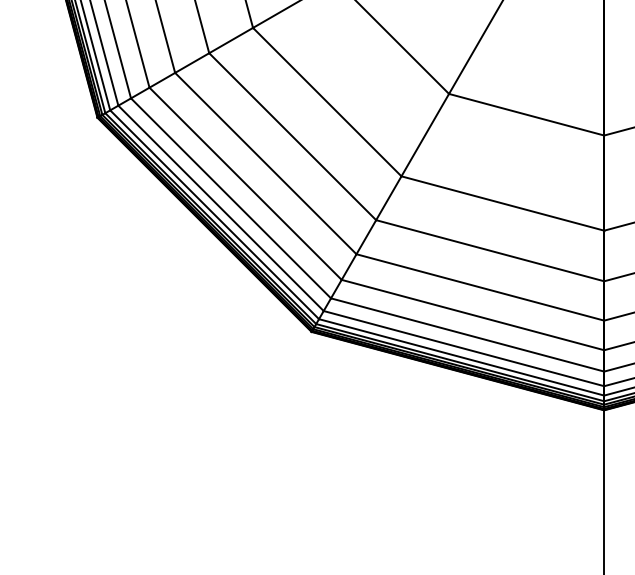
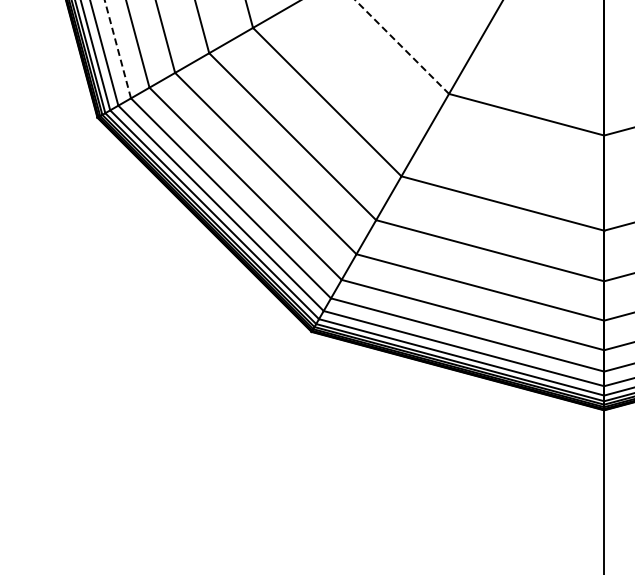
line at (402, 47): solid -> dashed
line at (117, 49): solid -> dashed
